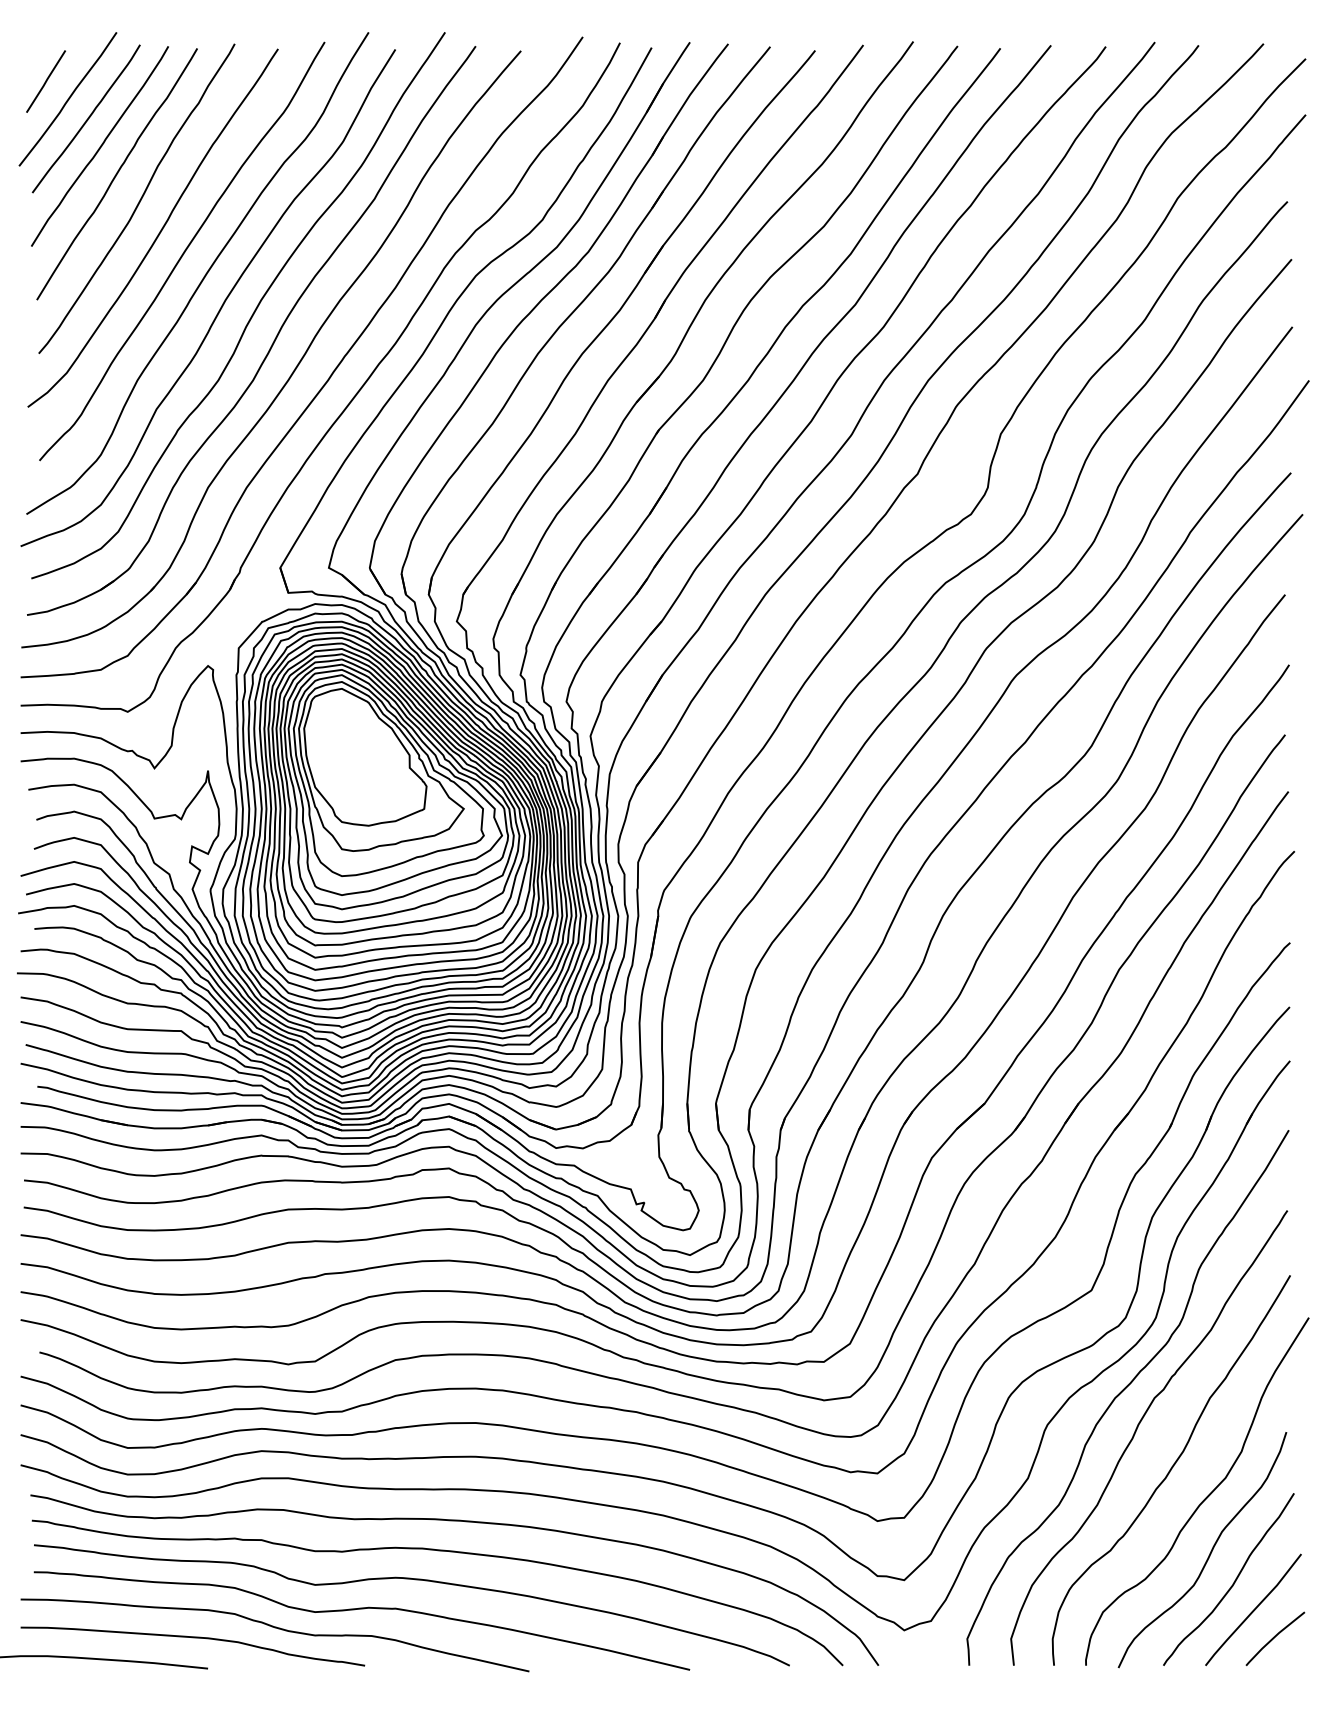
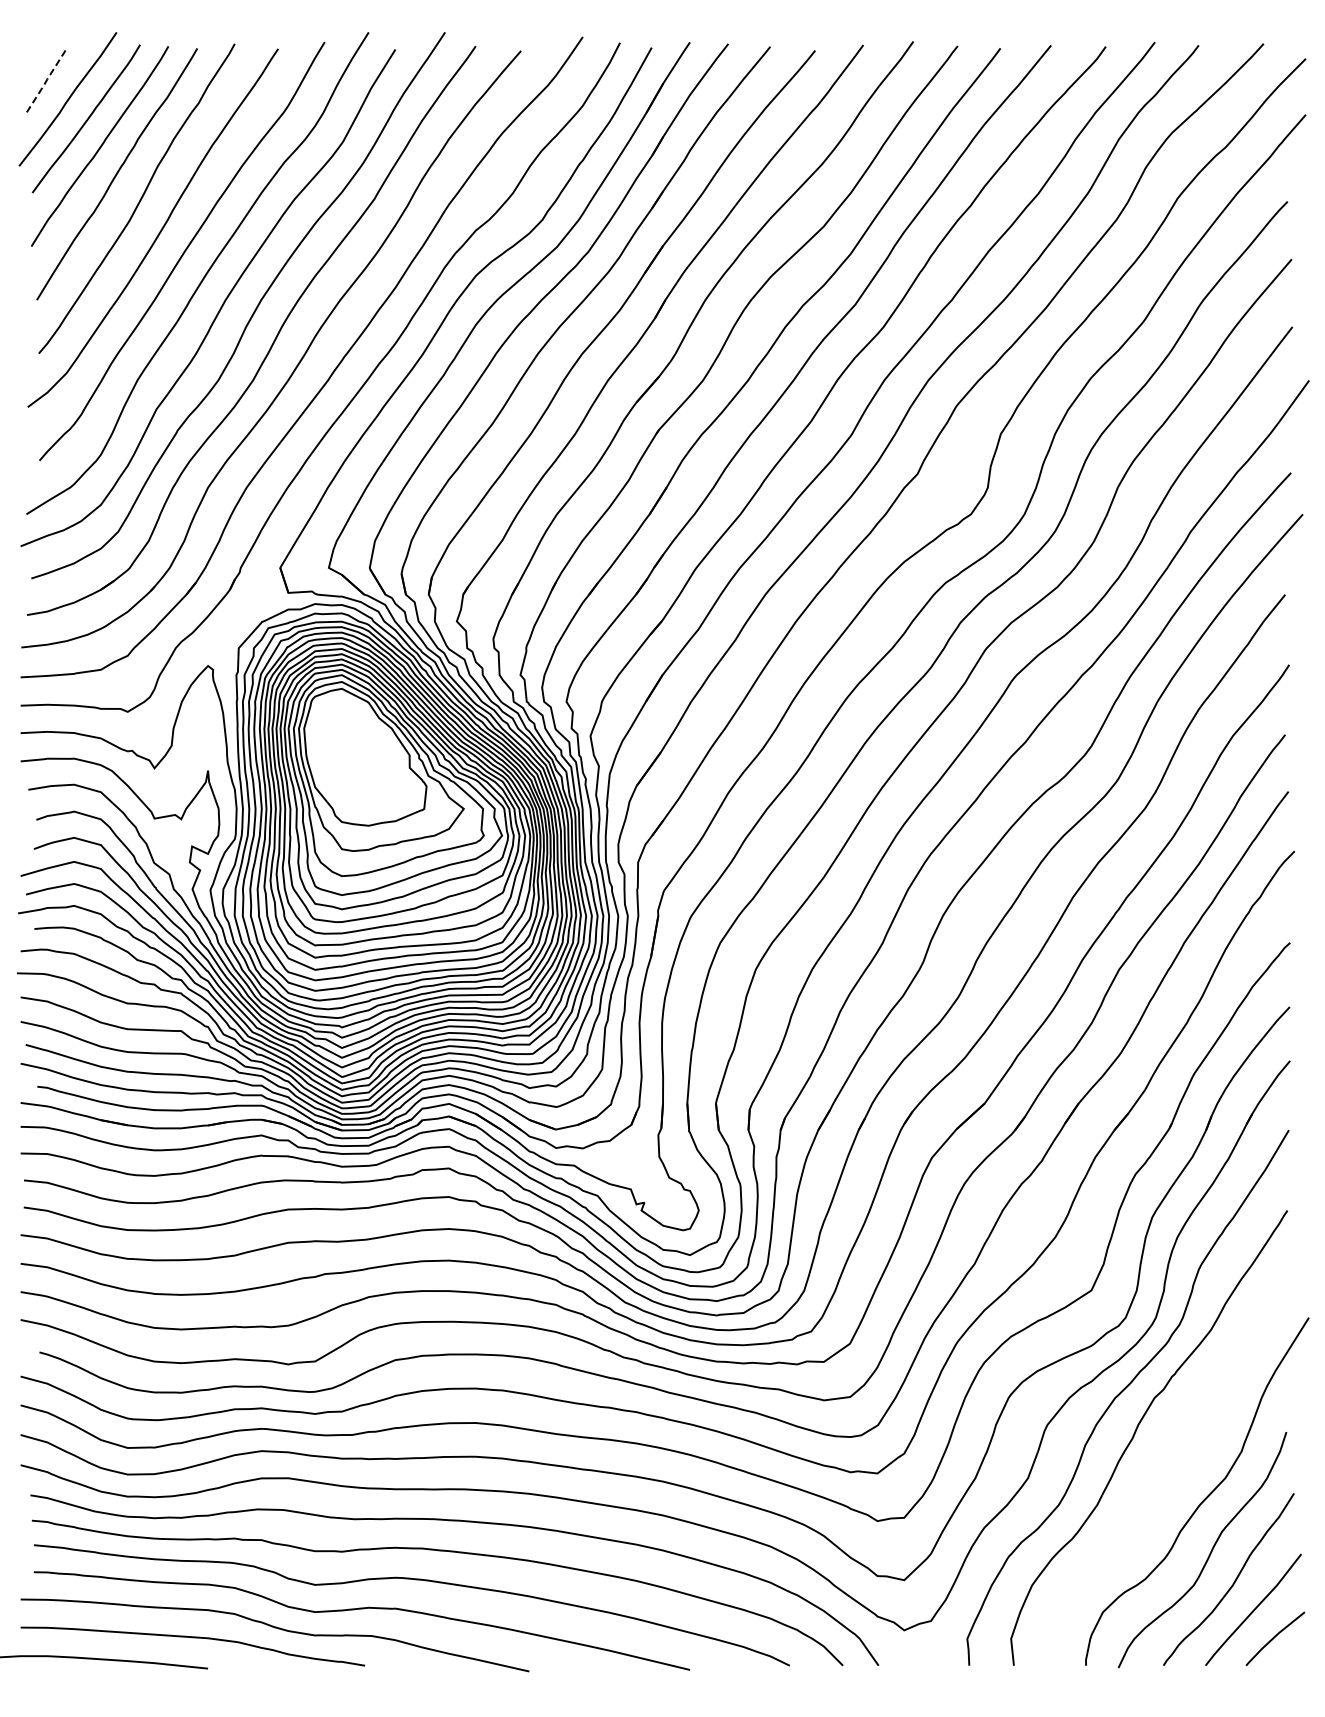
line at (46, 81): solid -> dashed
curve at (1170, 1470): present -> none
